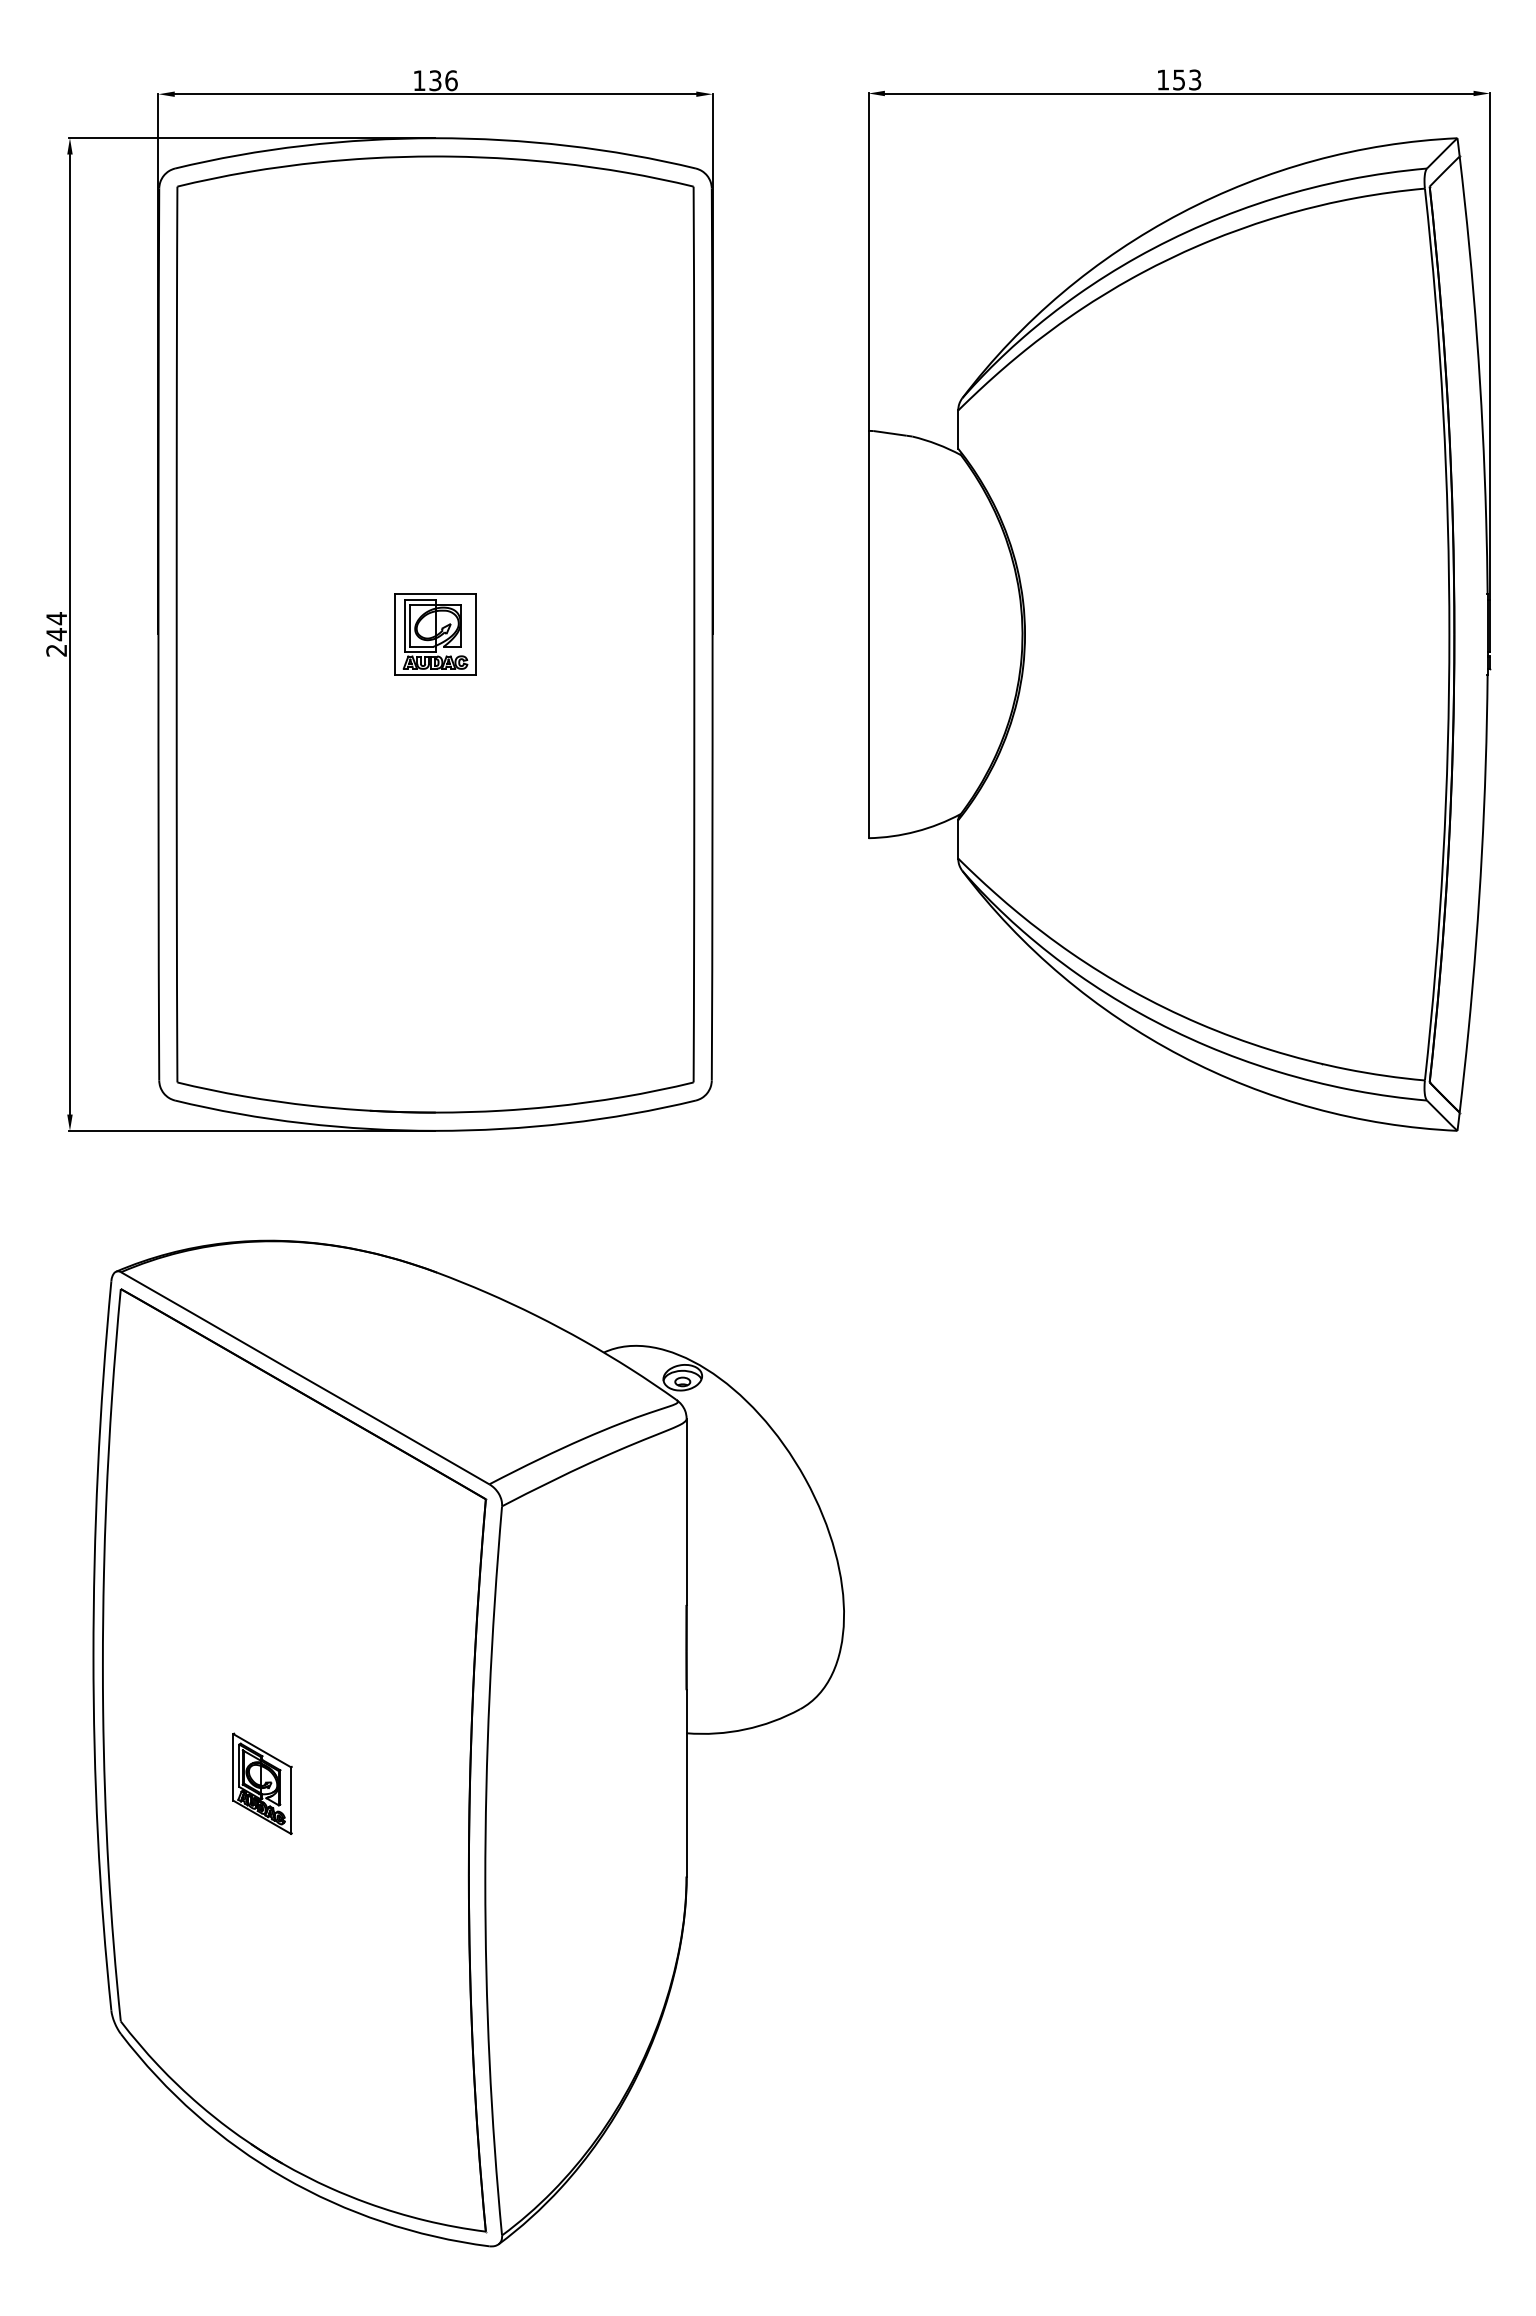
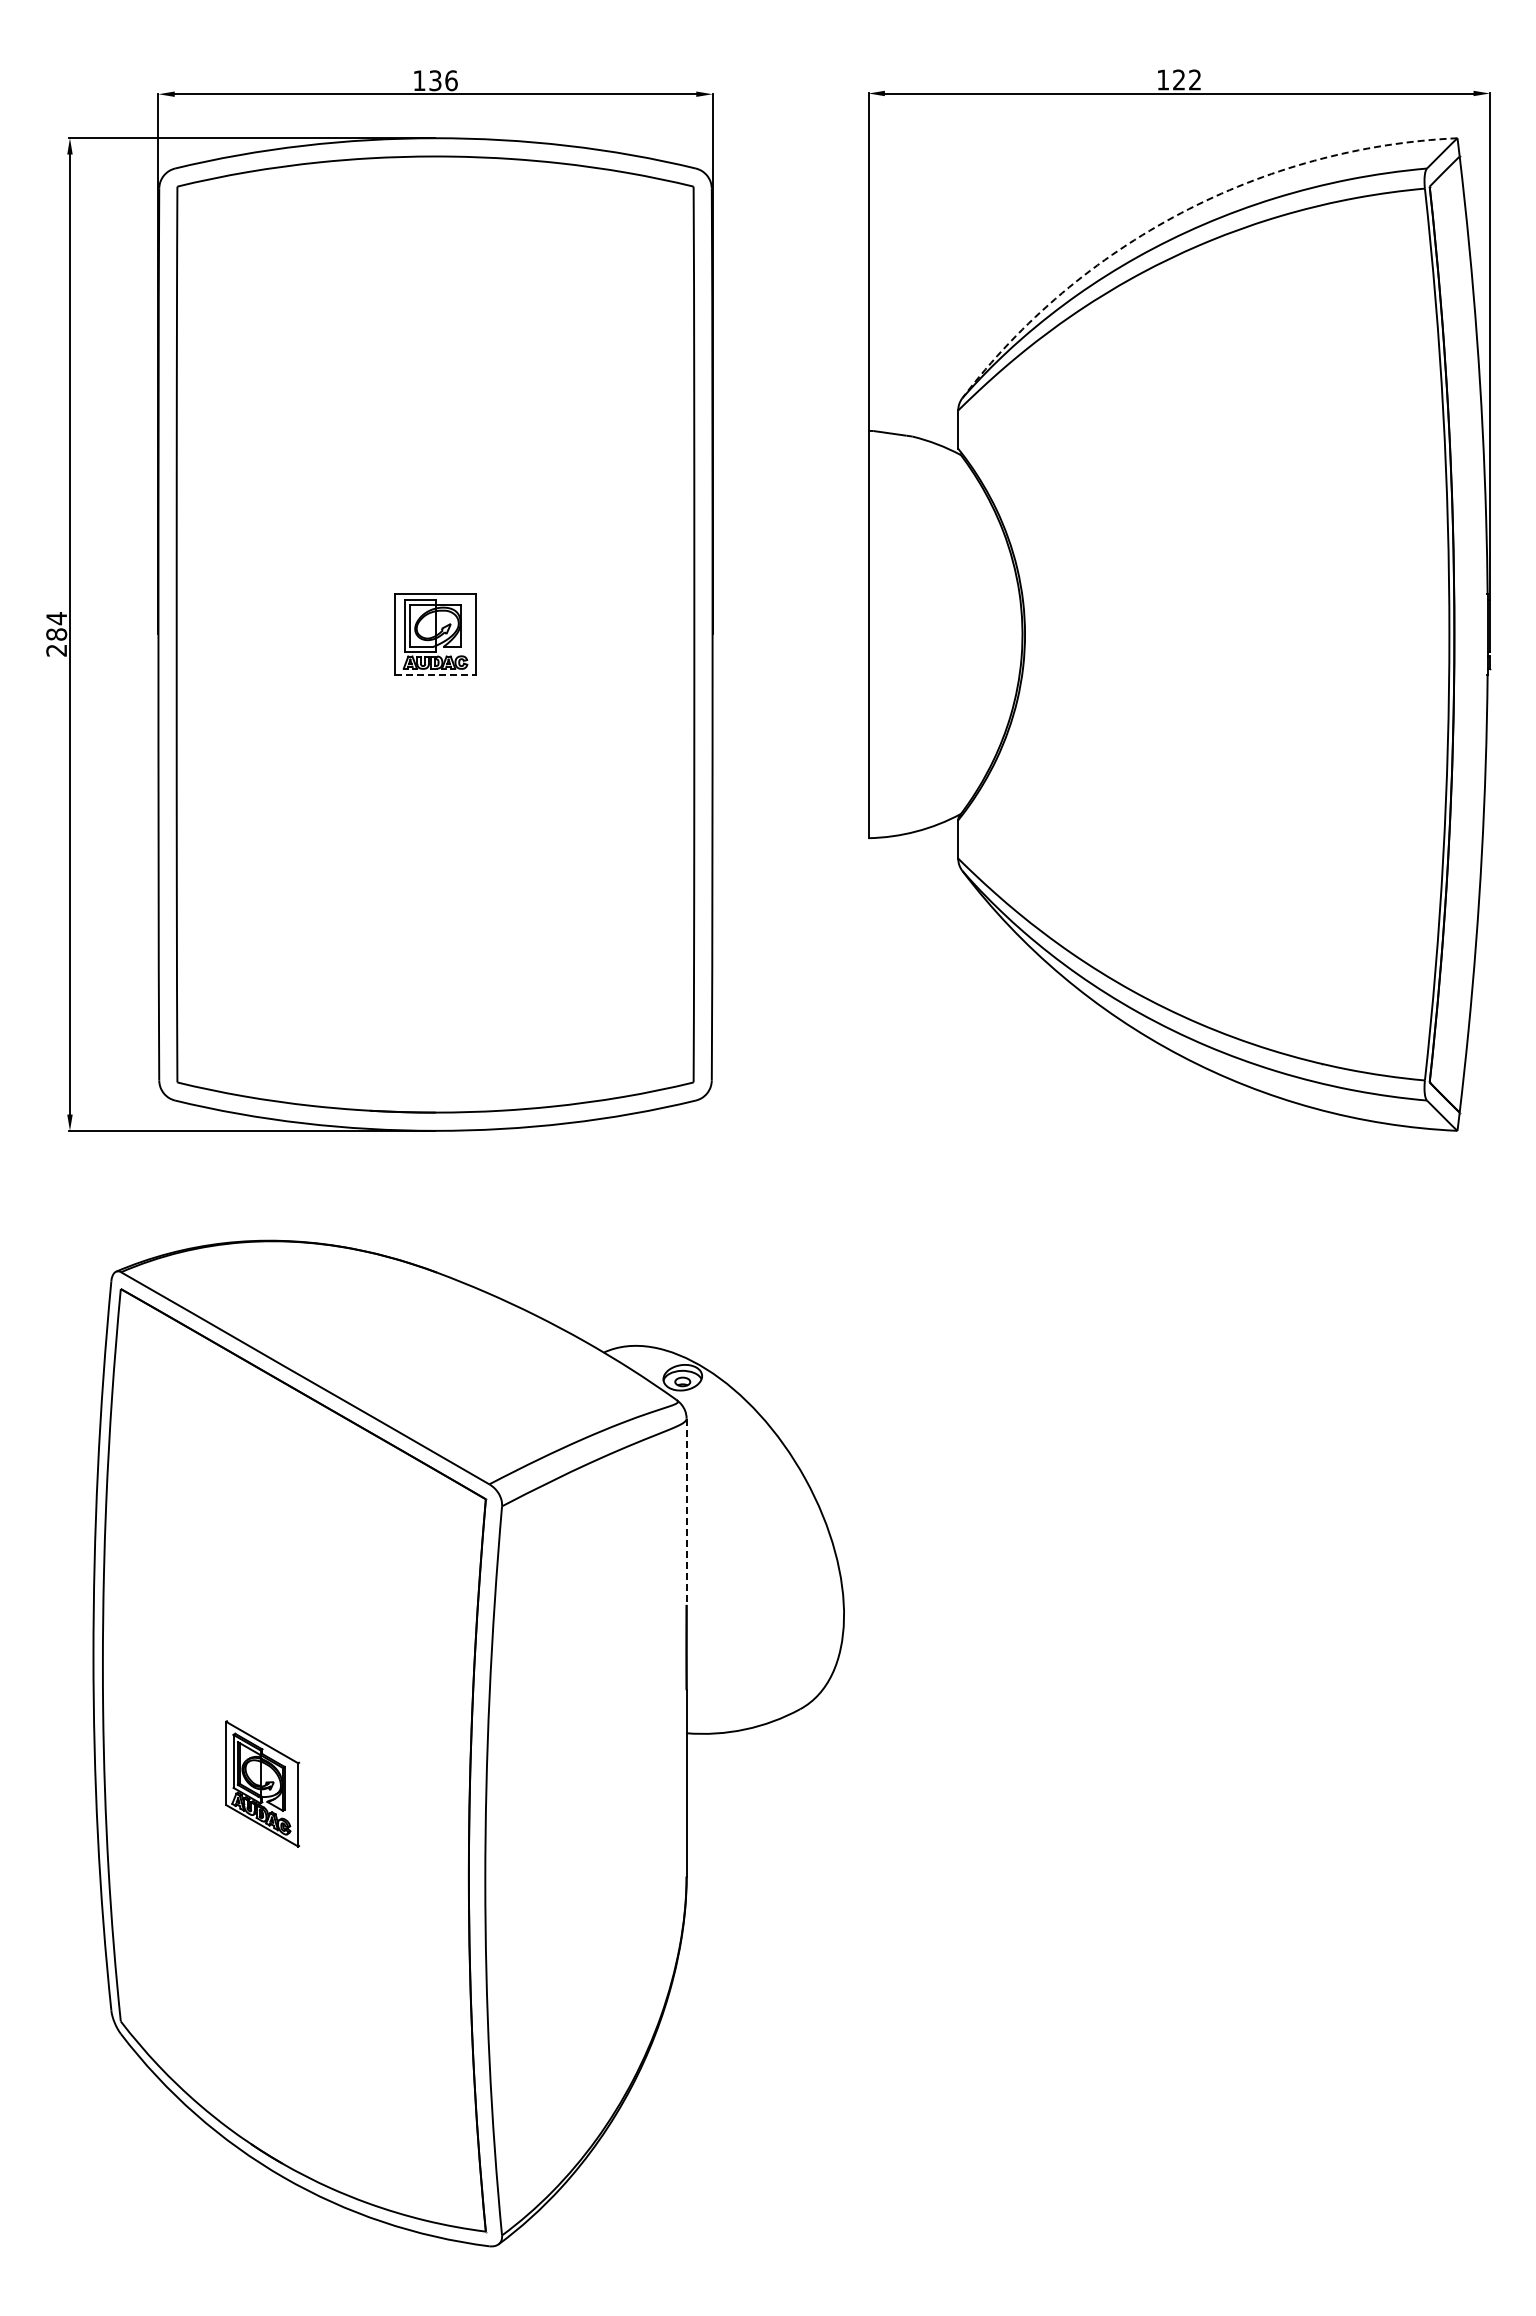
text at (1187, 79): 153 -> 122
arc at (1181, 213): solid -> dashed
text at (56, 634): 244 -> 284
line at (435, 675): solid -> dashed
line at (686, 1512): solid -> dashed
part at (262, 1783) size: 61x103 px -> 76x128 px
